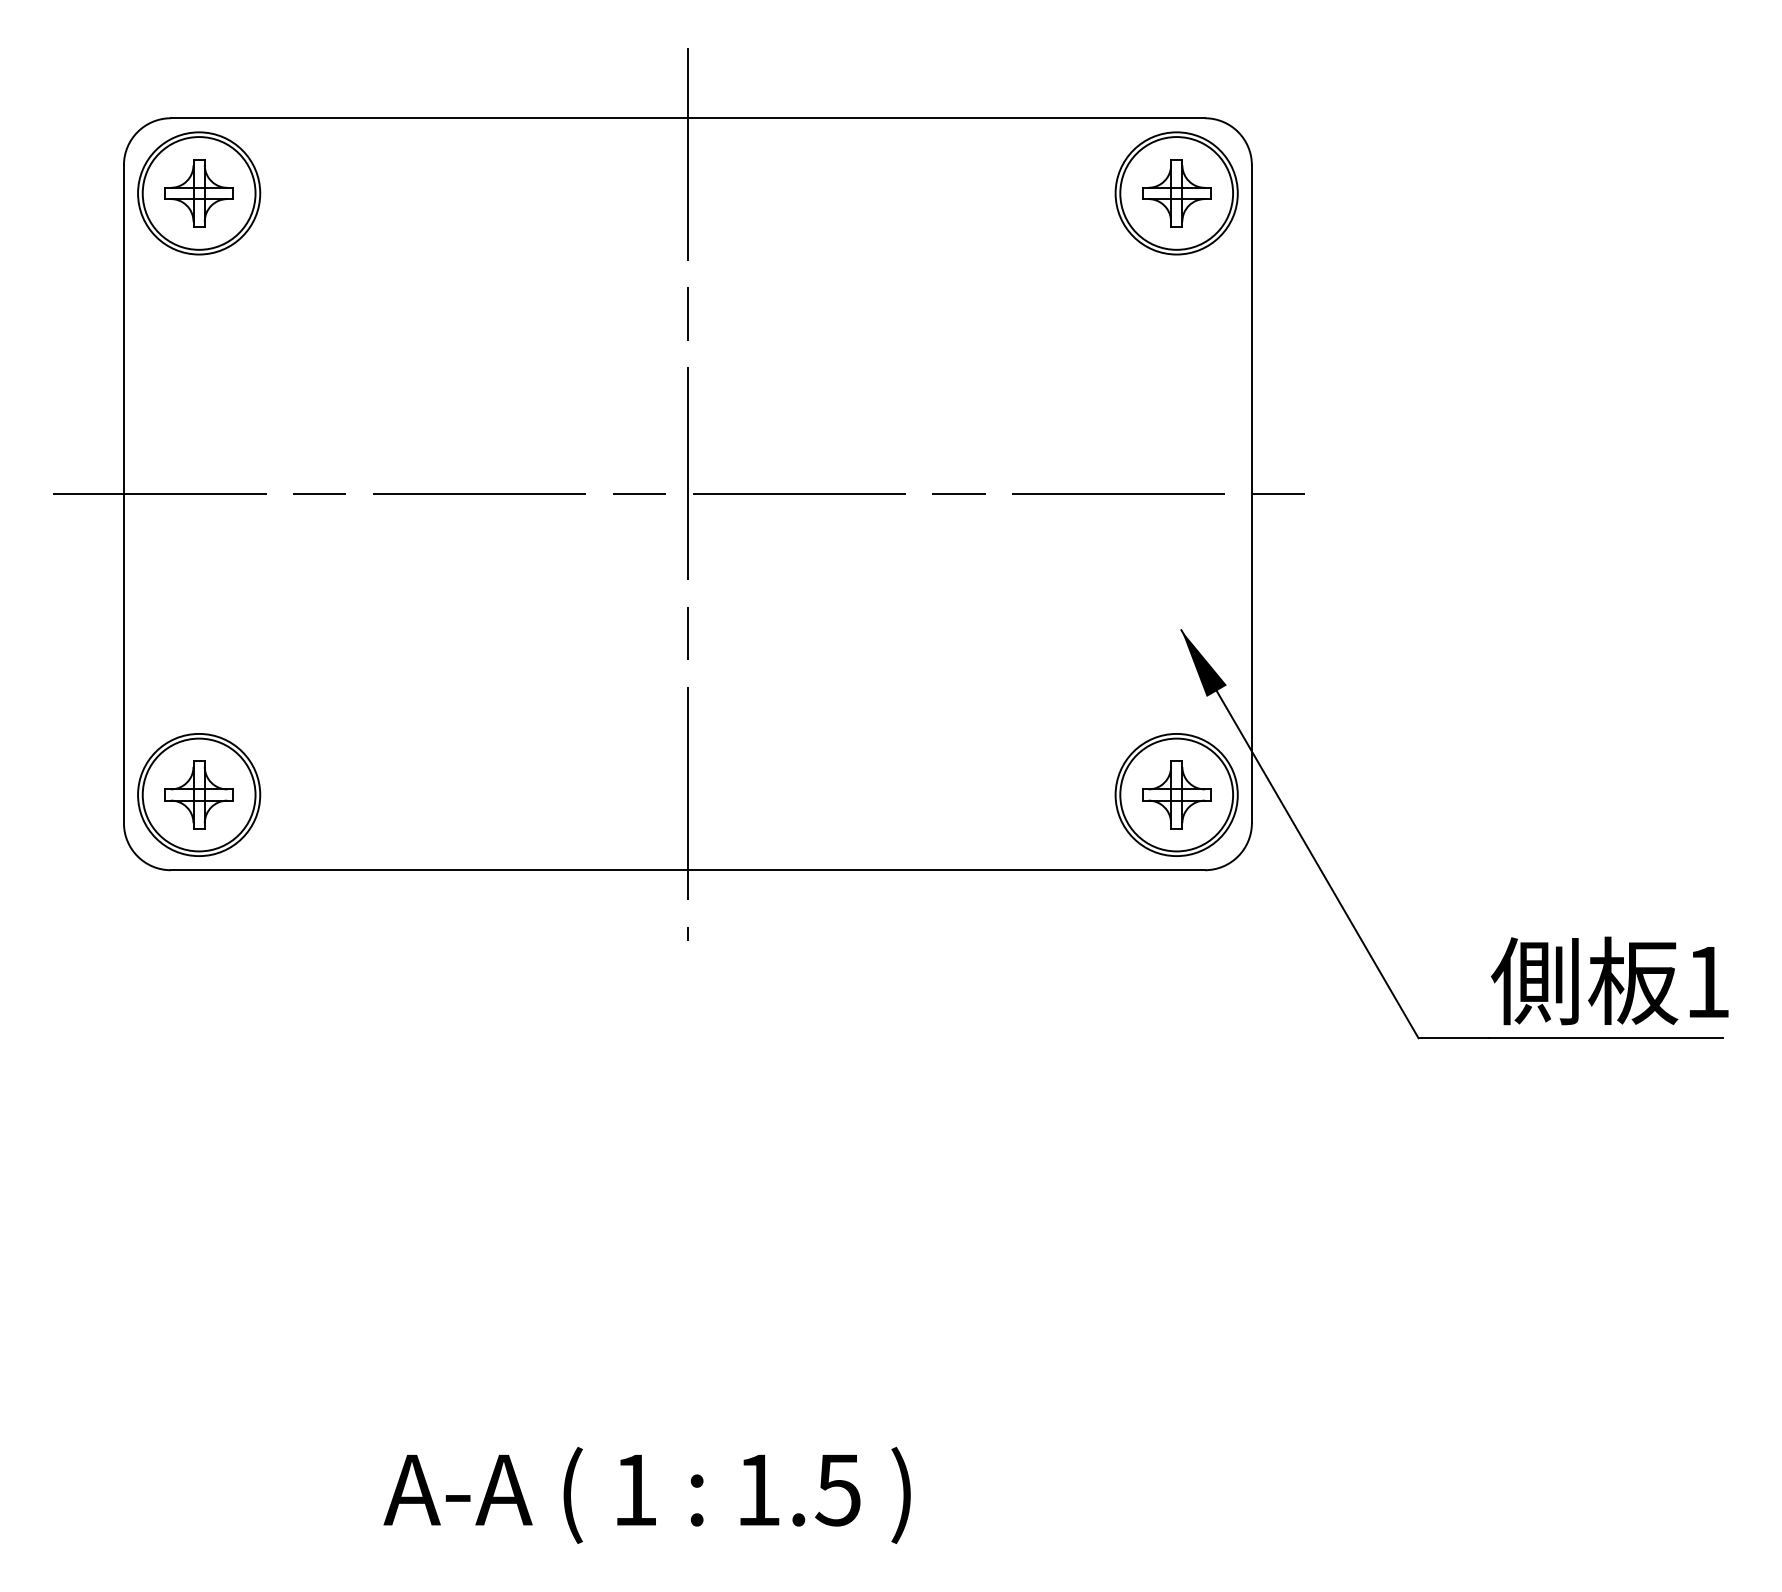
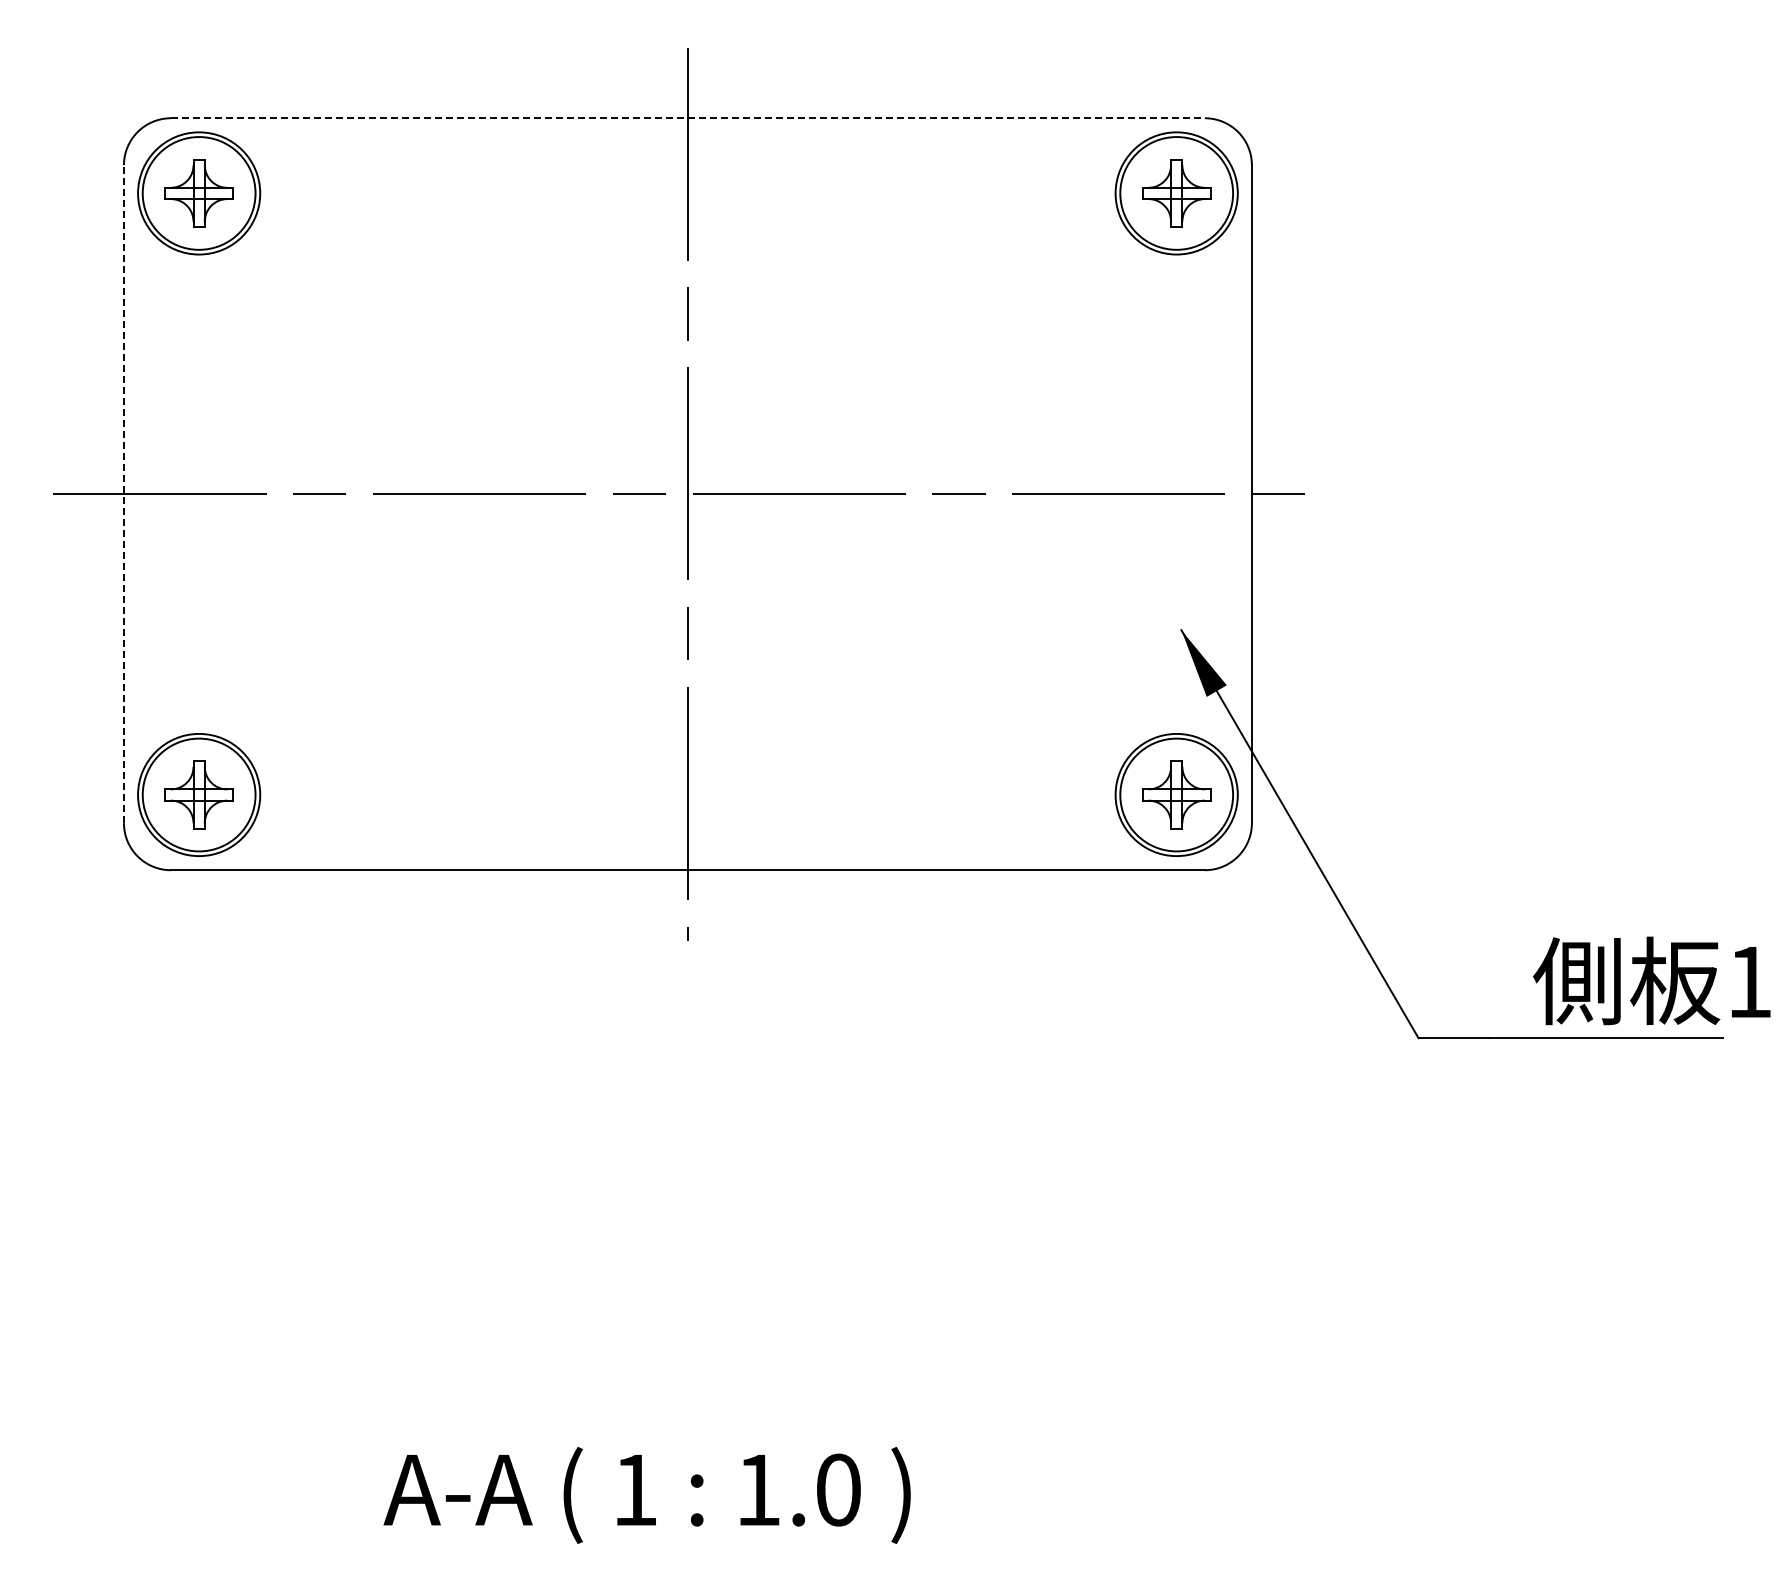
line at (687, 118): solid -> dashed
line at (123, 494): solid -> dashed
text at (1609, 980) position: (1609, 980) -> (1651, 980)
text at (837, 1489): 1.5 -> 1.0
